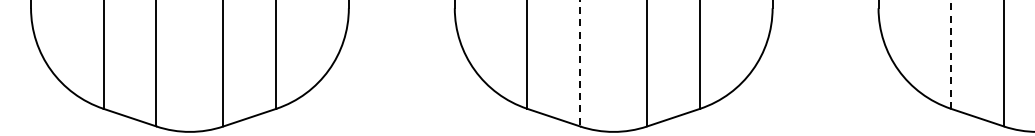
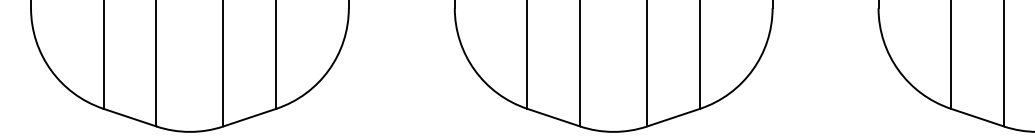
line at (951, 54): dashed -> solid
line at (580, 63): dashed -> solid
